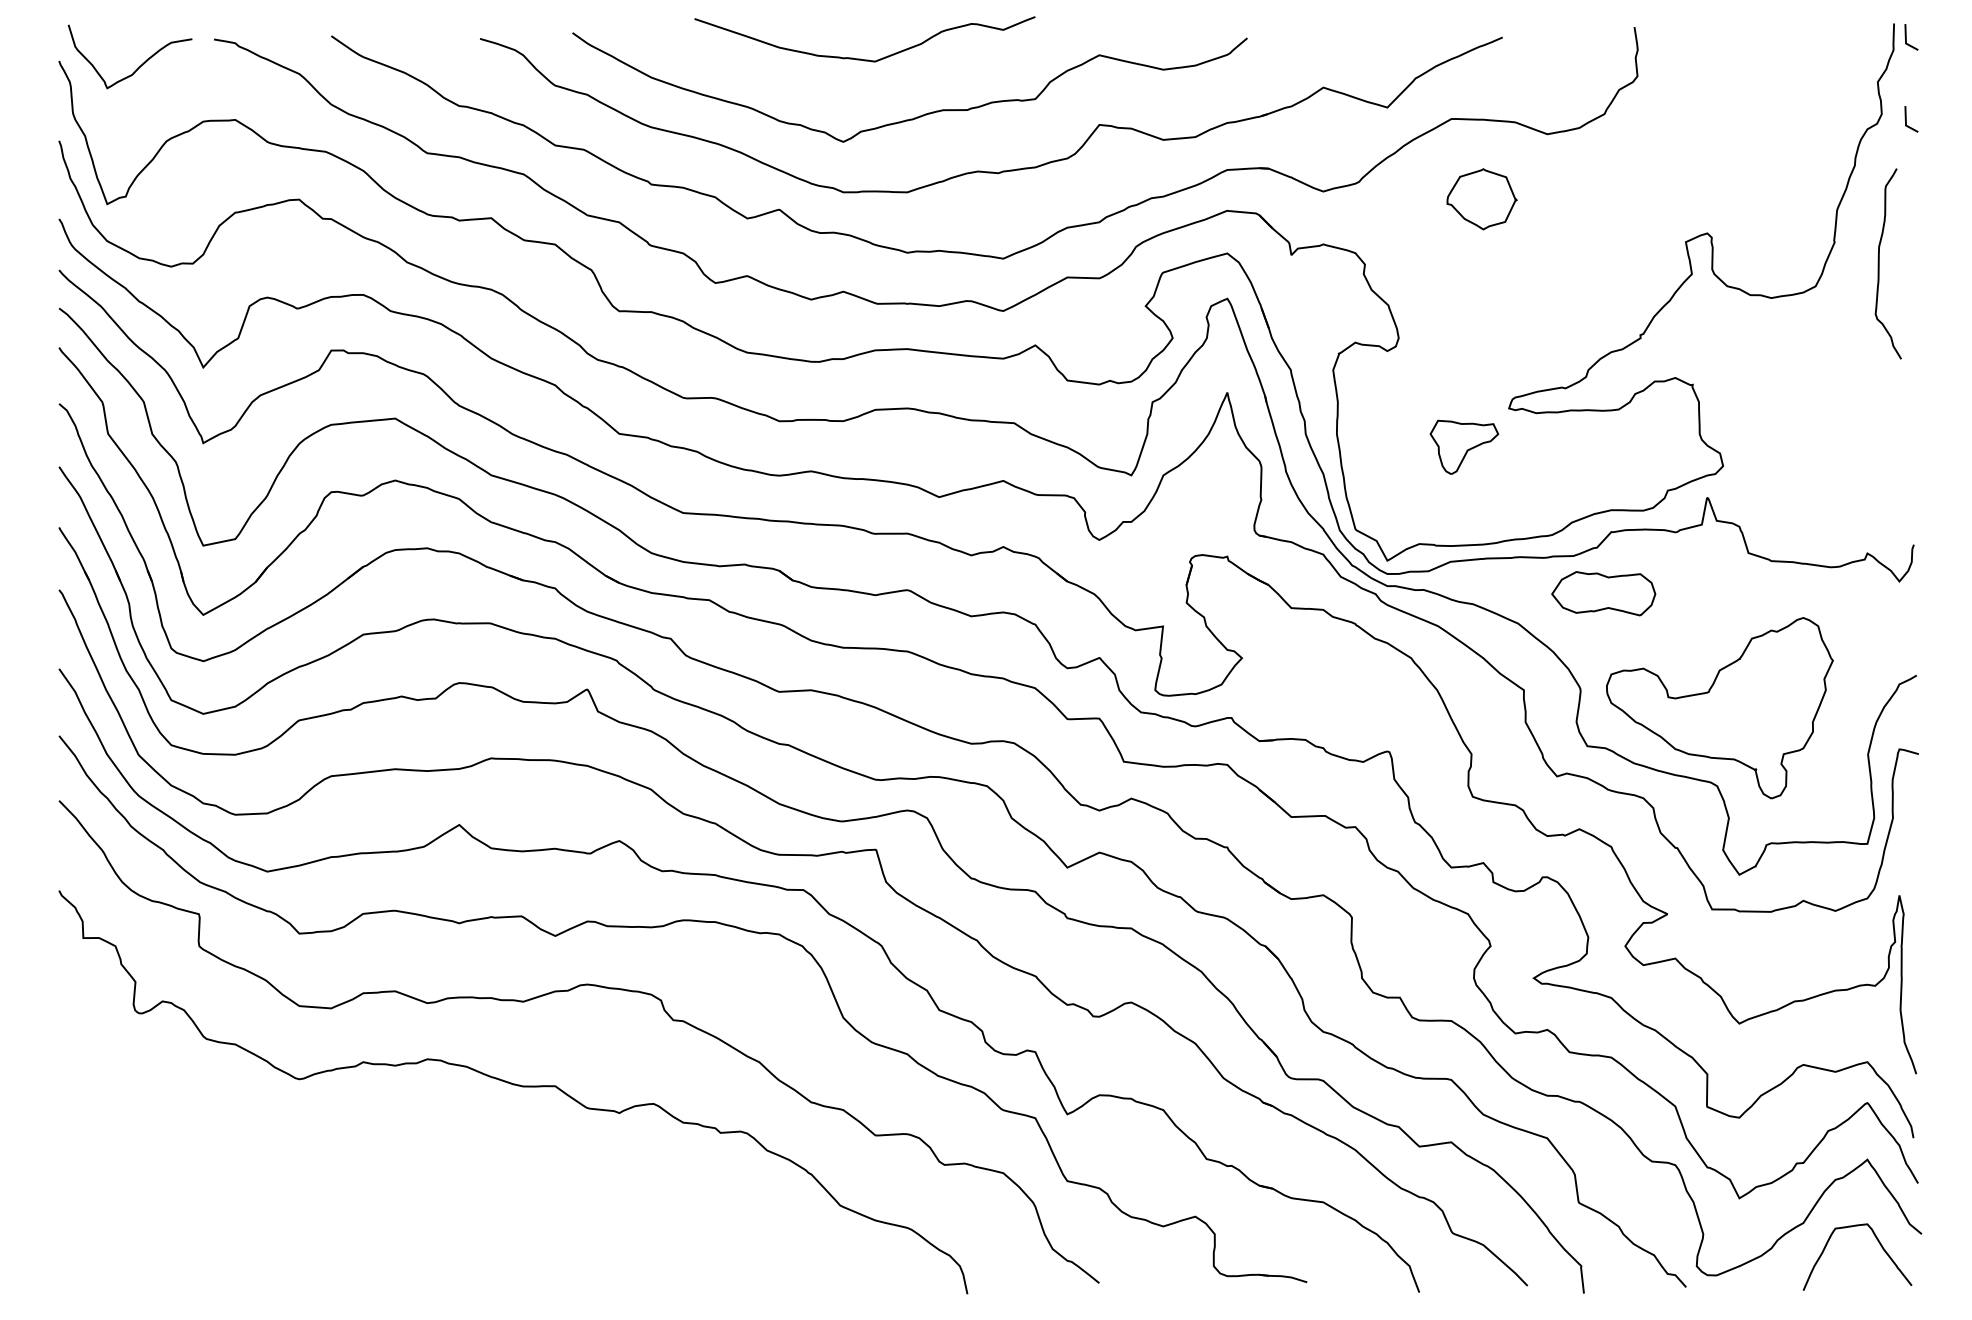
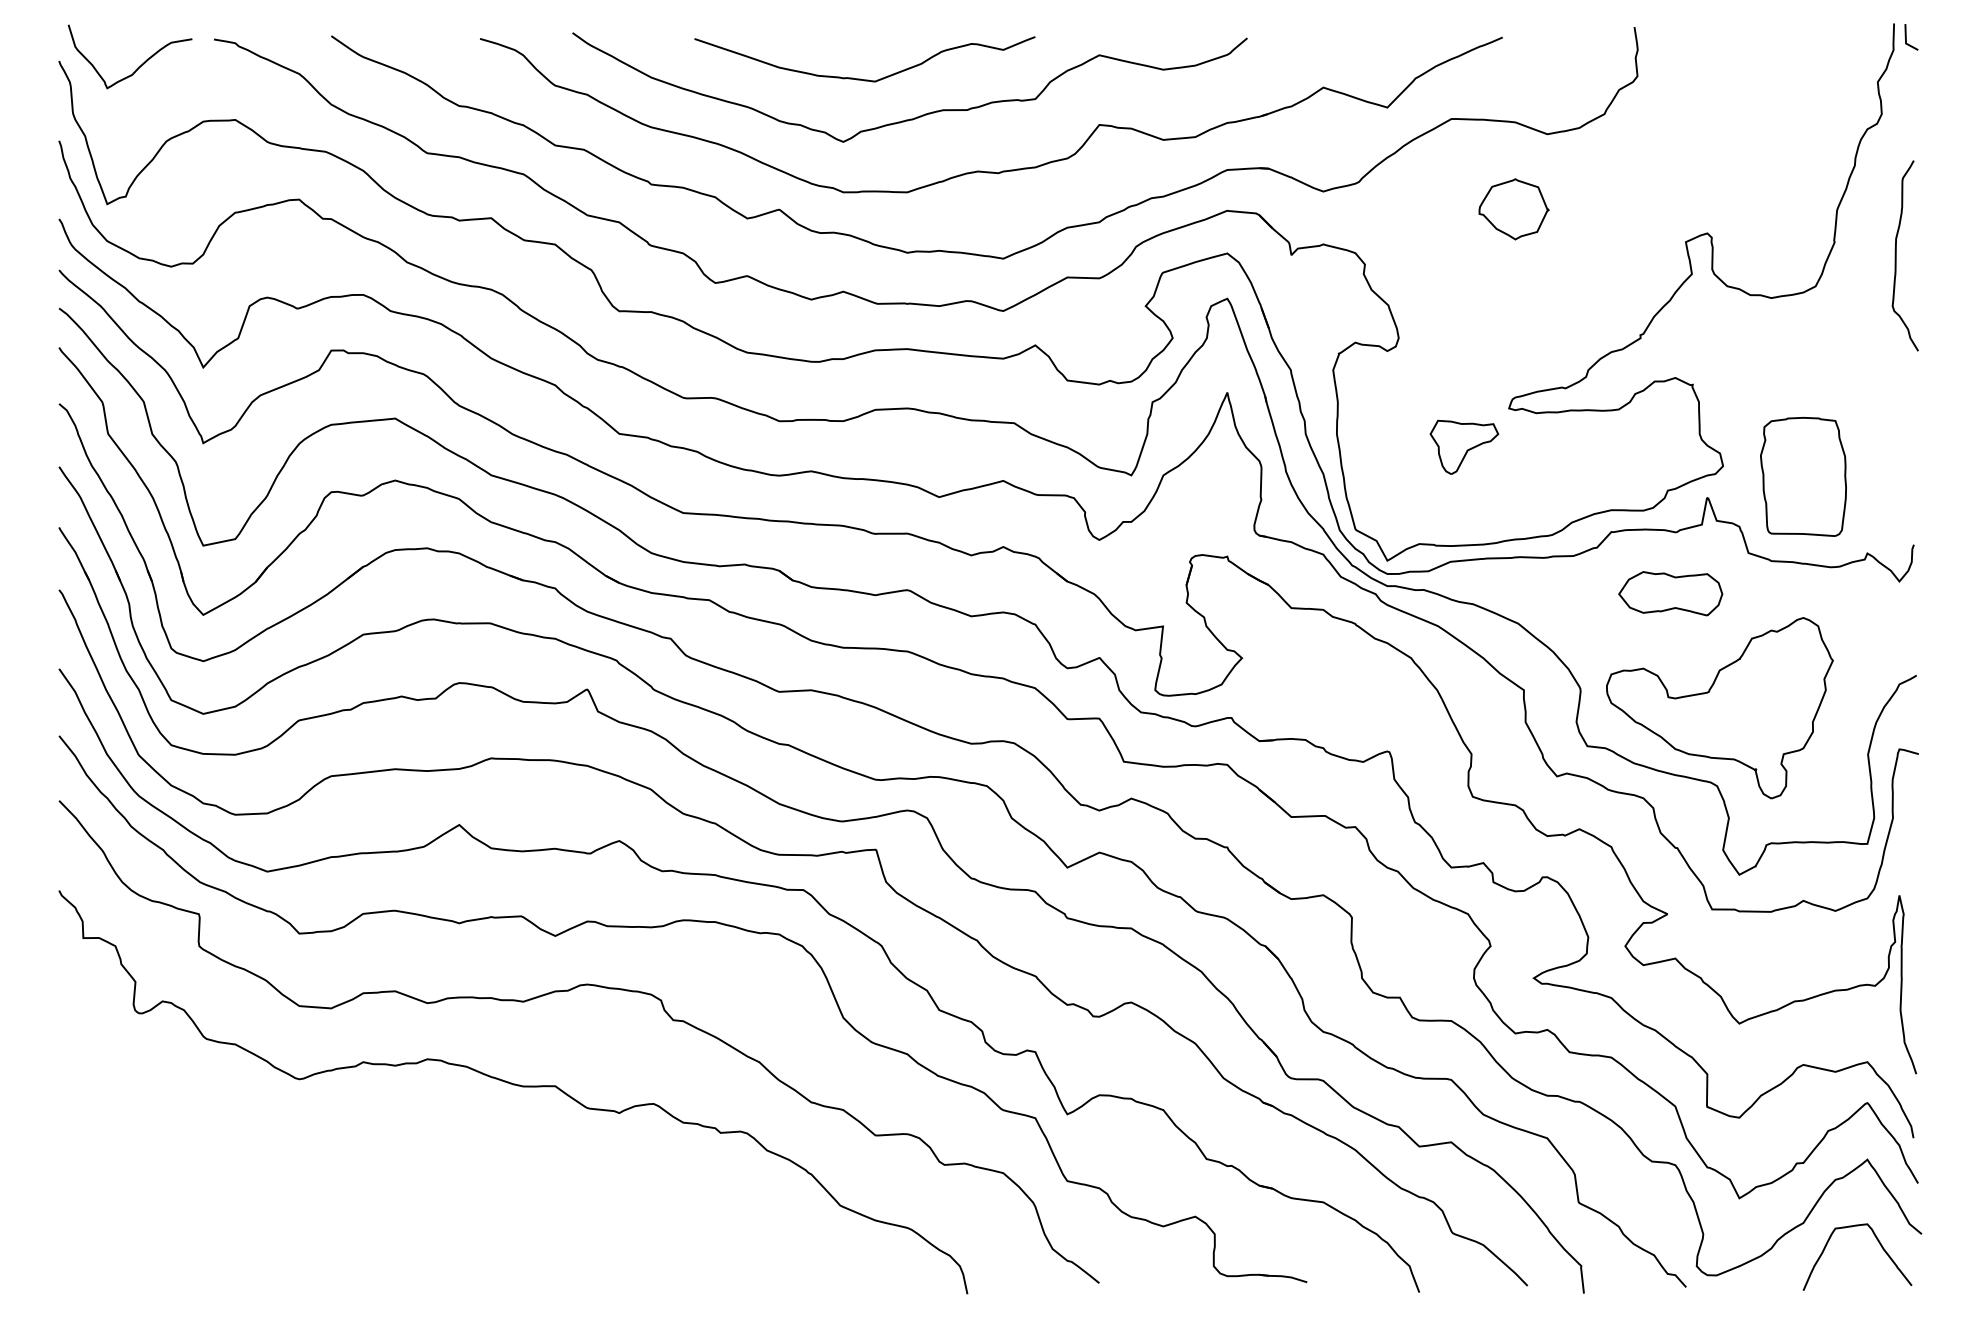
curve at (860, 58) position: (860, 58) -> (860, 78)
line at (1906, 119): present -> none
part at (1481, 199) position: (1481, 199) -> (1513, 209)
curve at (1879, 263) position: (1879, 263) -> (1896, 255)
part at (1803, 476): none -> present
part at (1603, 593) position: (1603, 593) -> (1670, 593)
